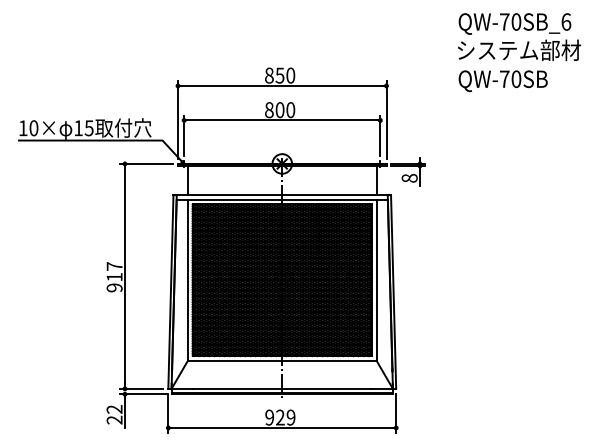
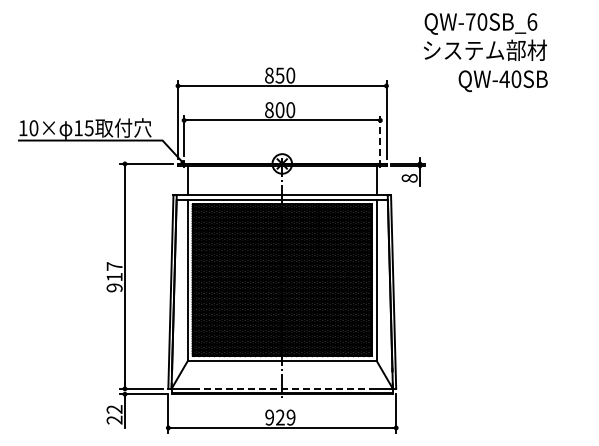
text at (519, 36) position: (519, 36) -> (485, 36)
text at (504, 78): QW-70SB -> QW-40SB
line at (380, 135): solid -> dashed
line at (282, 388): solid -> dashed
